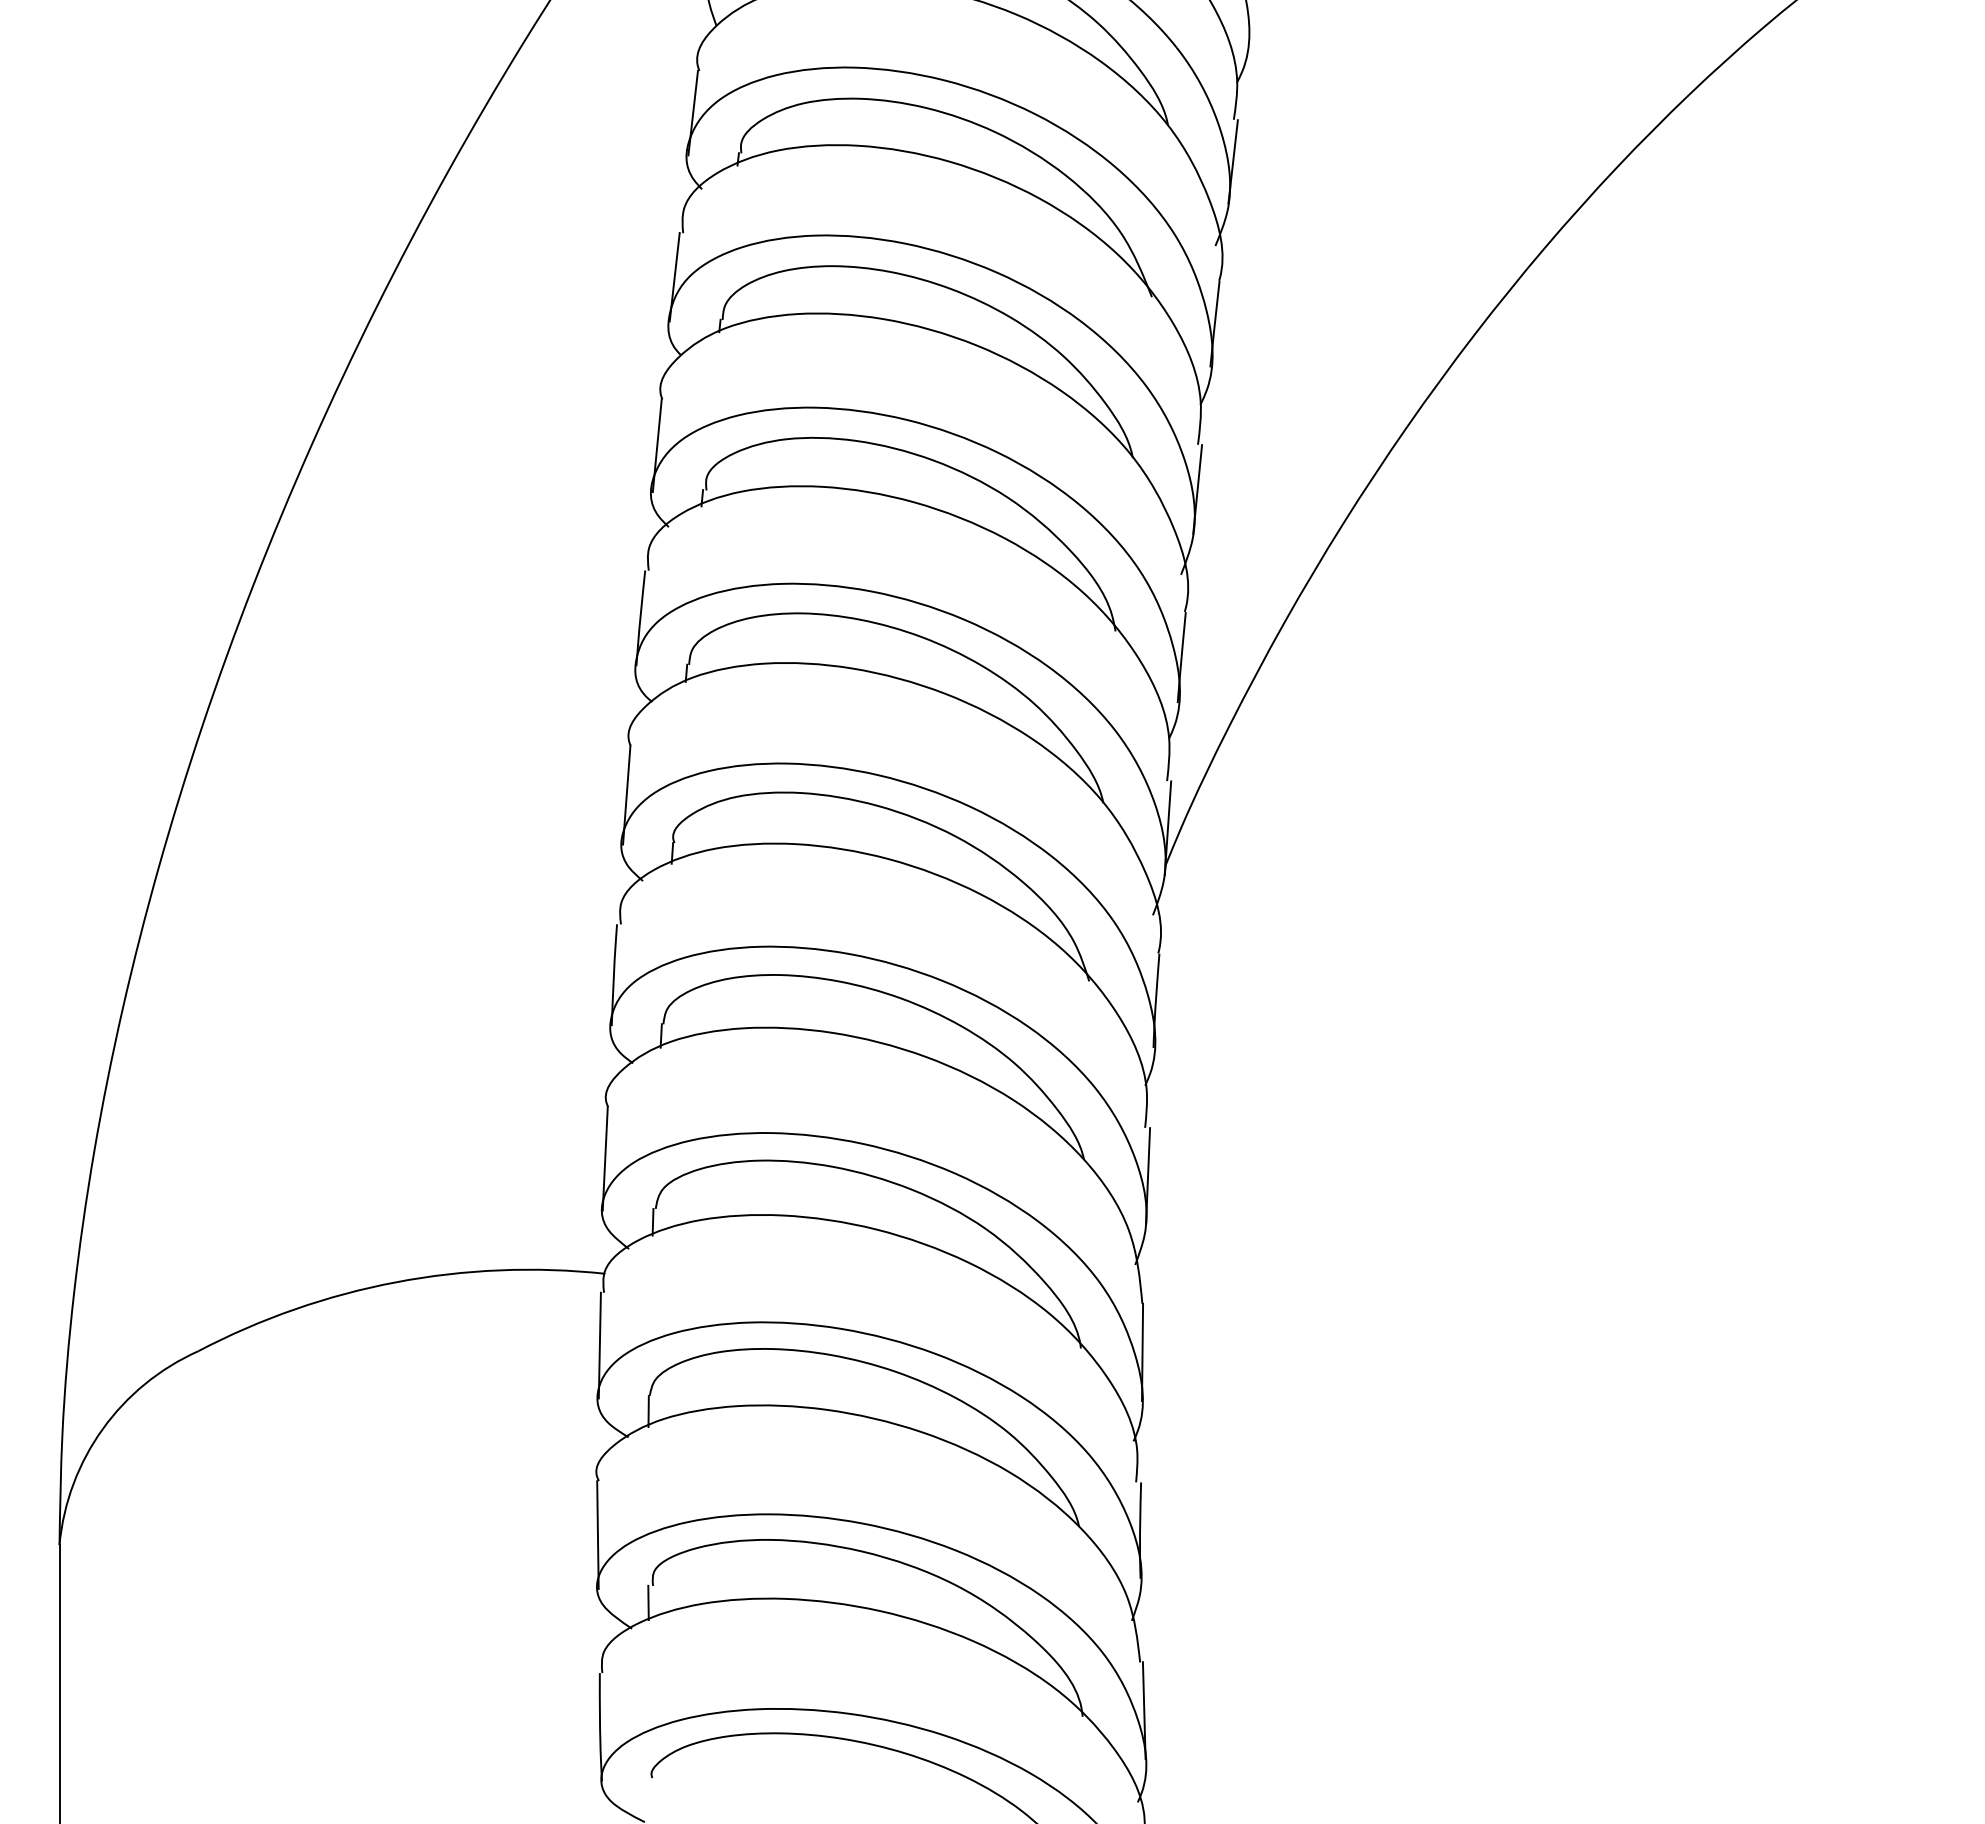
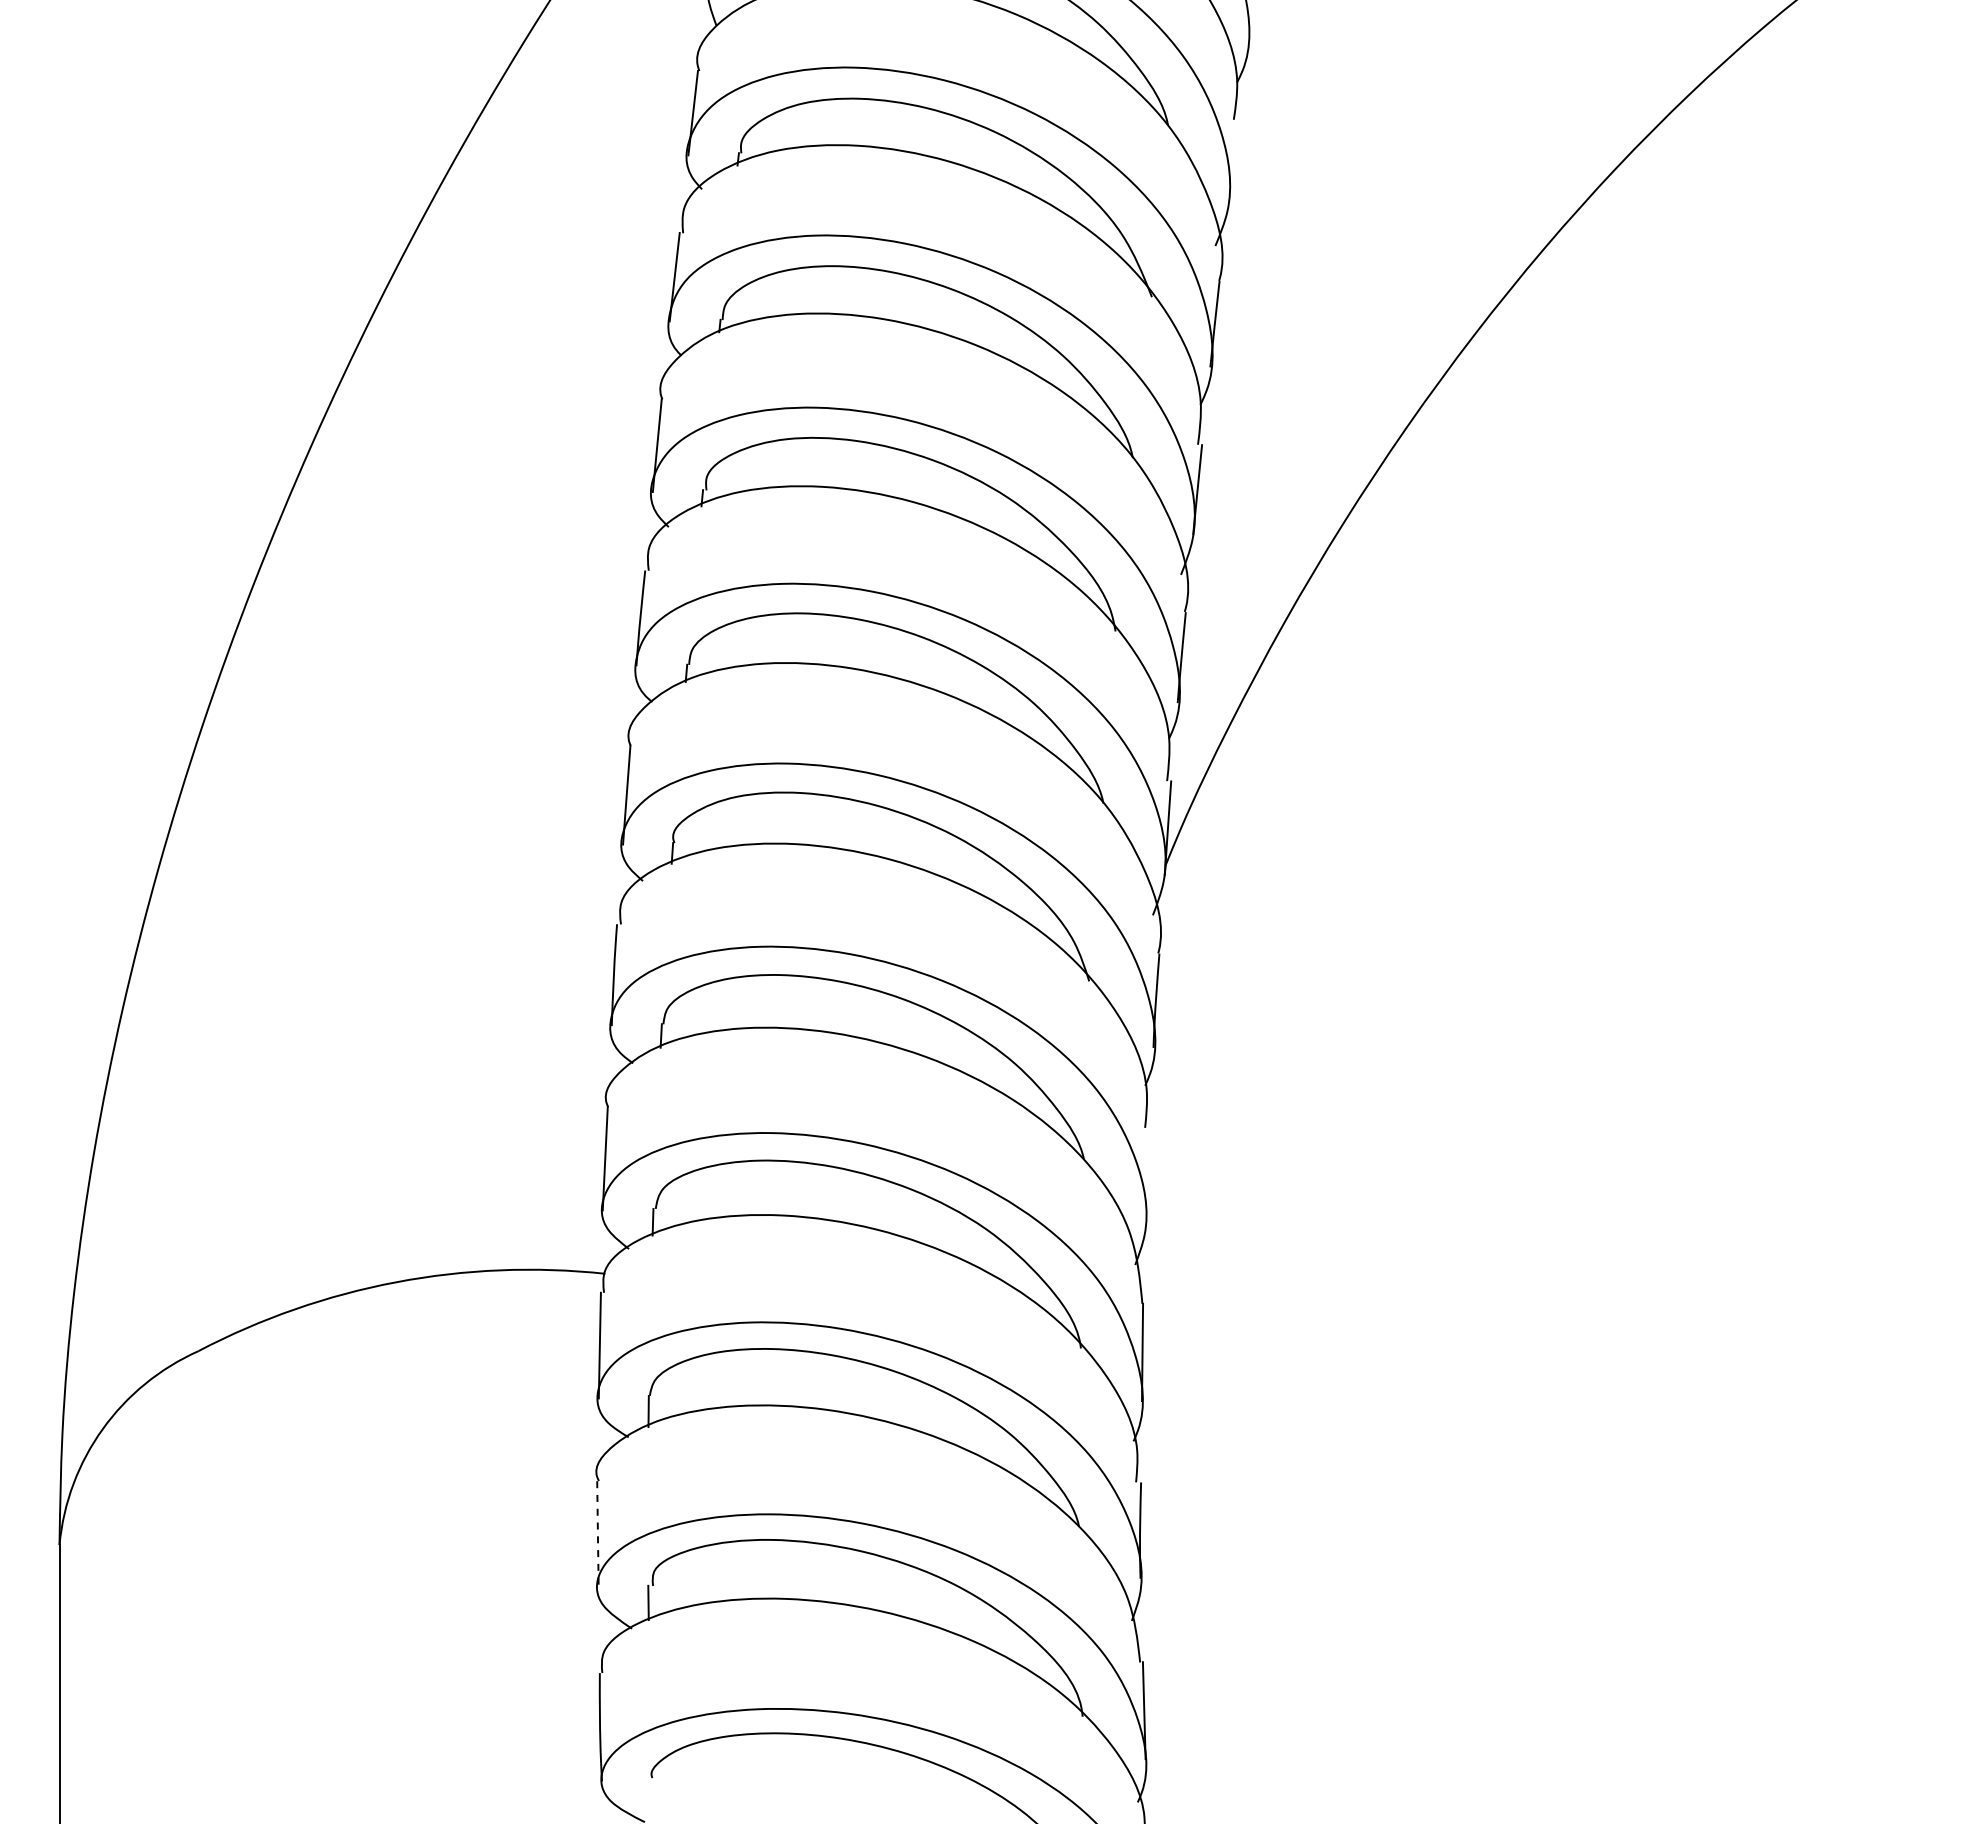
line at (1232, 161): present -> none
line at (1148, 1175): present -> none
line at (597, 1535): solid -> dashed
